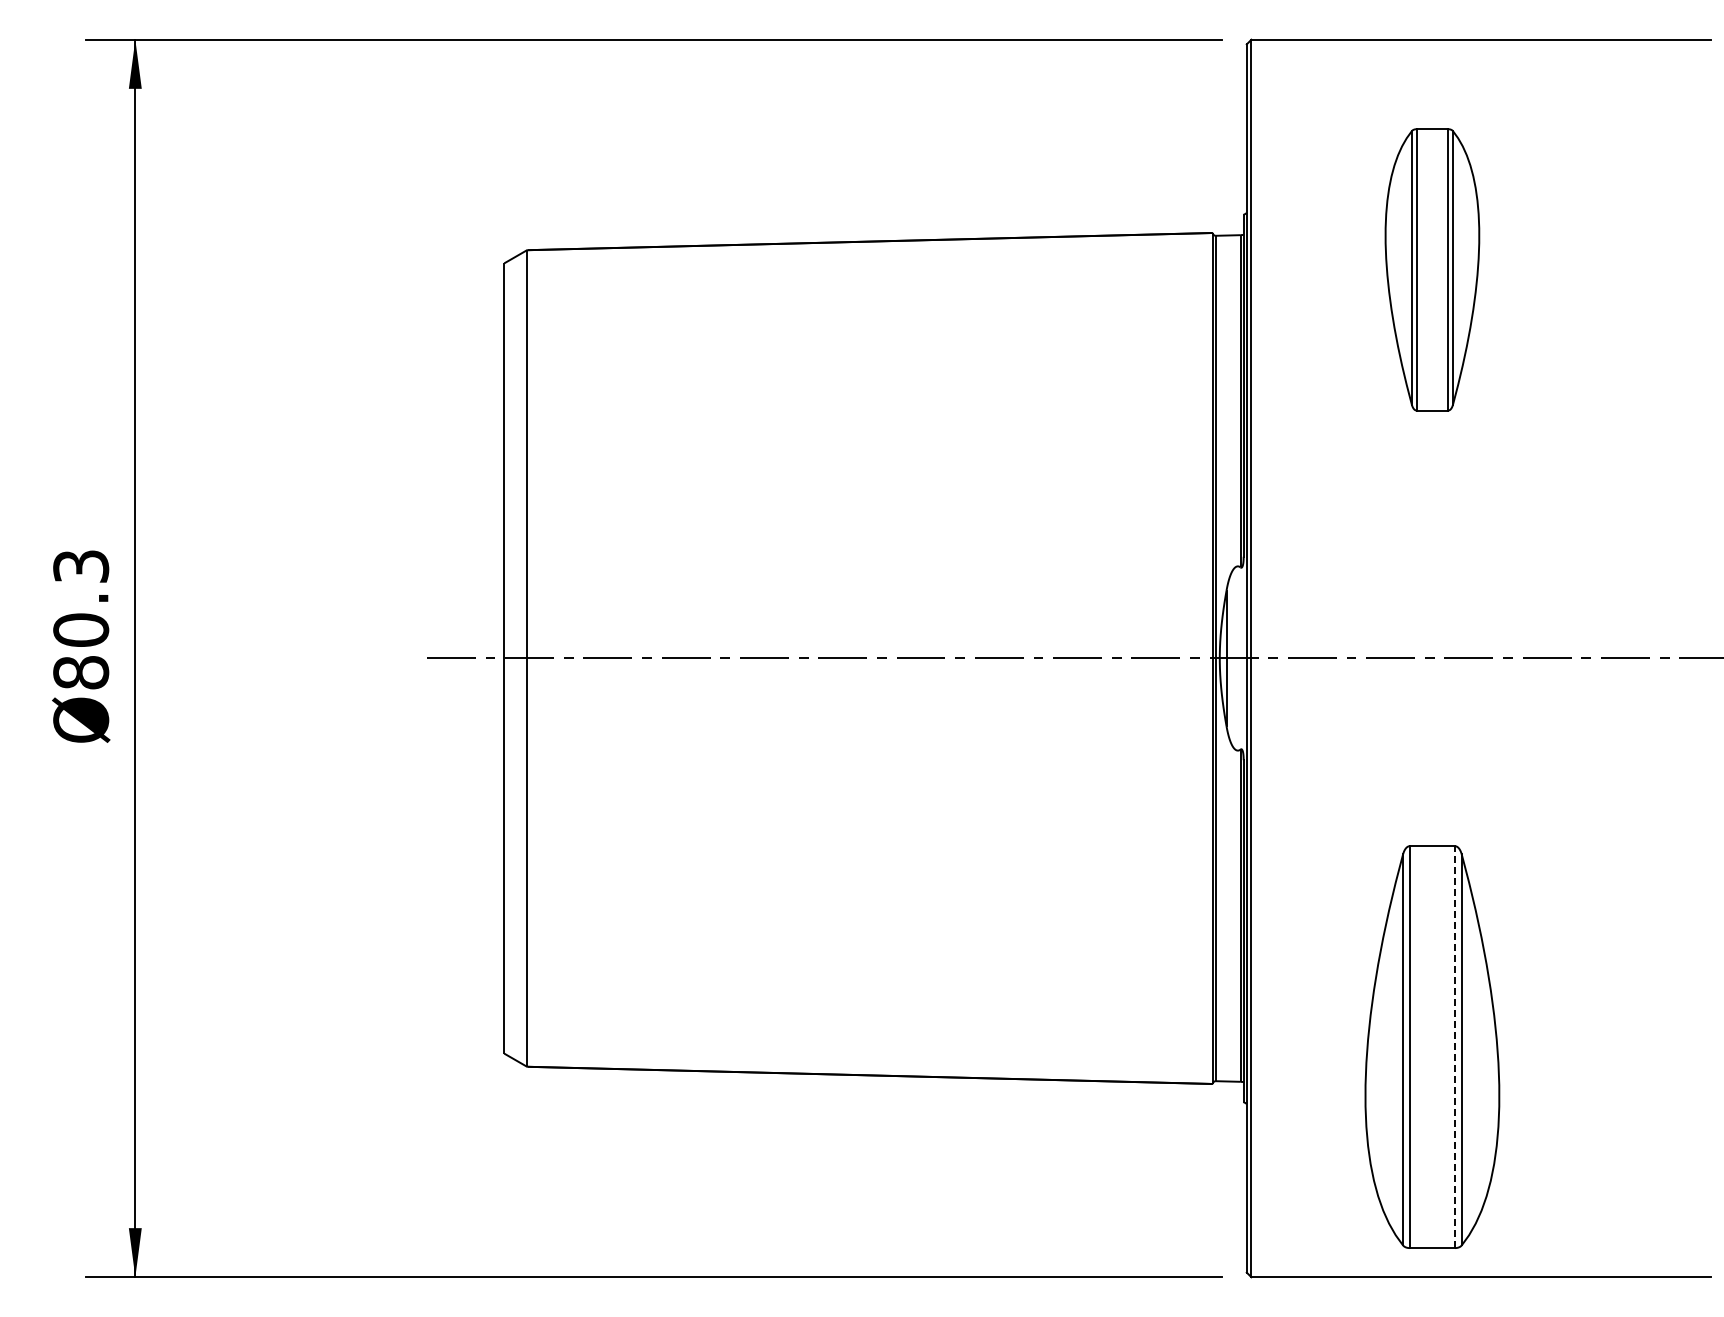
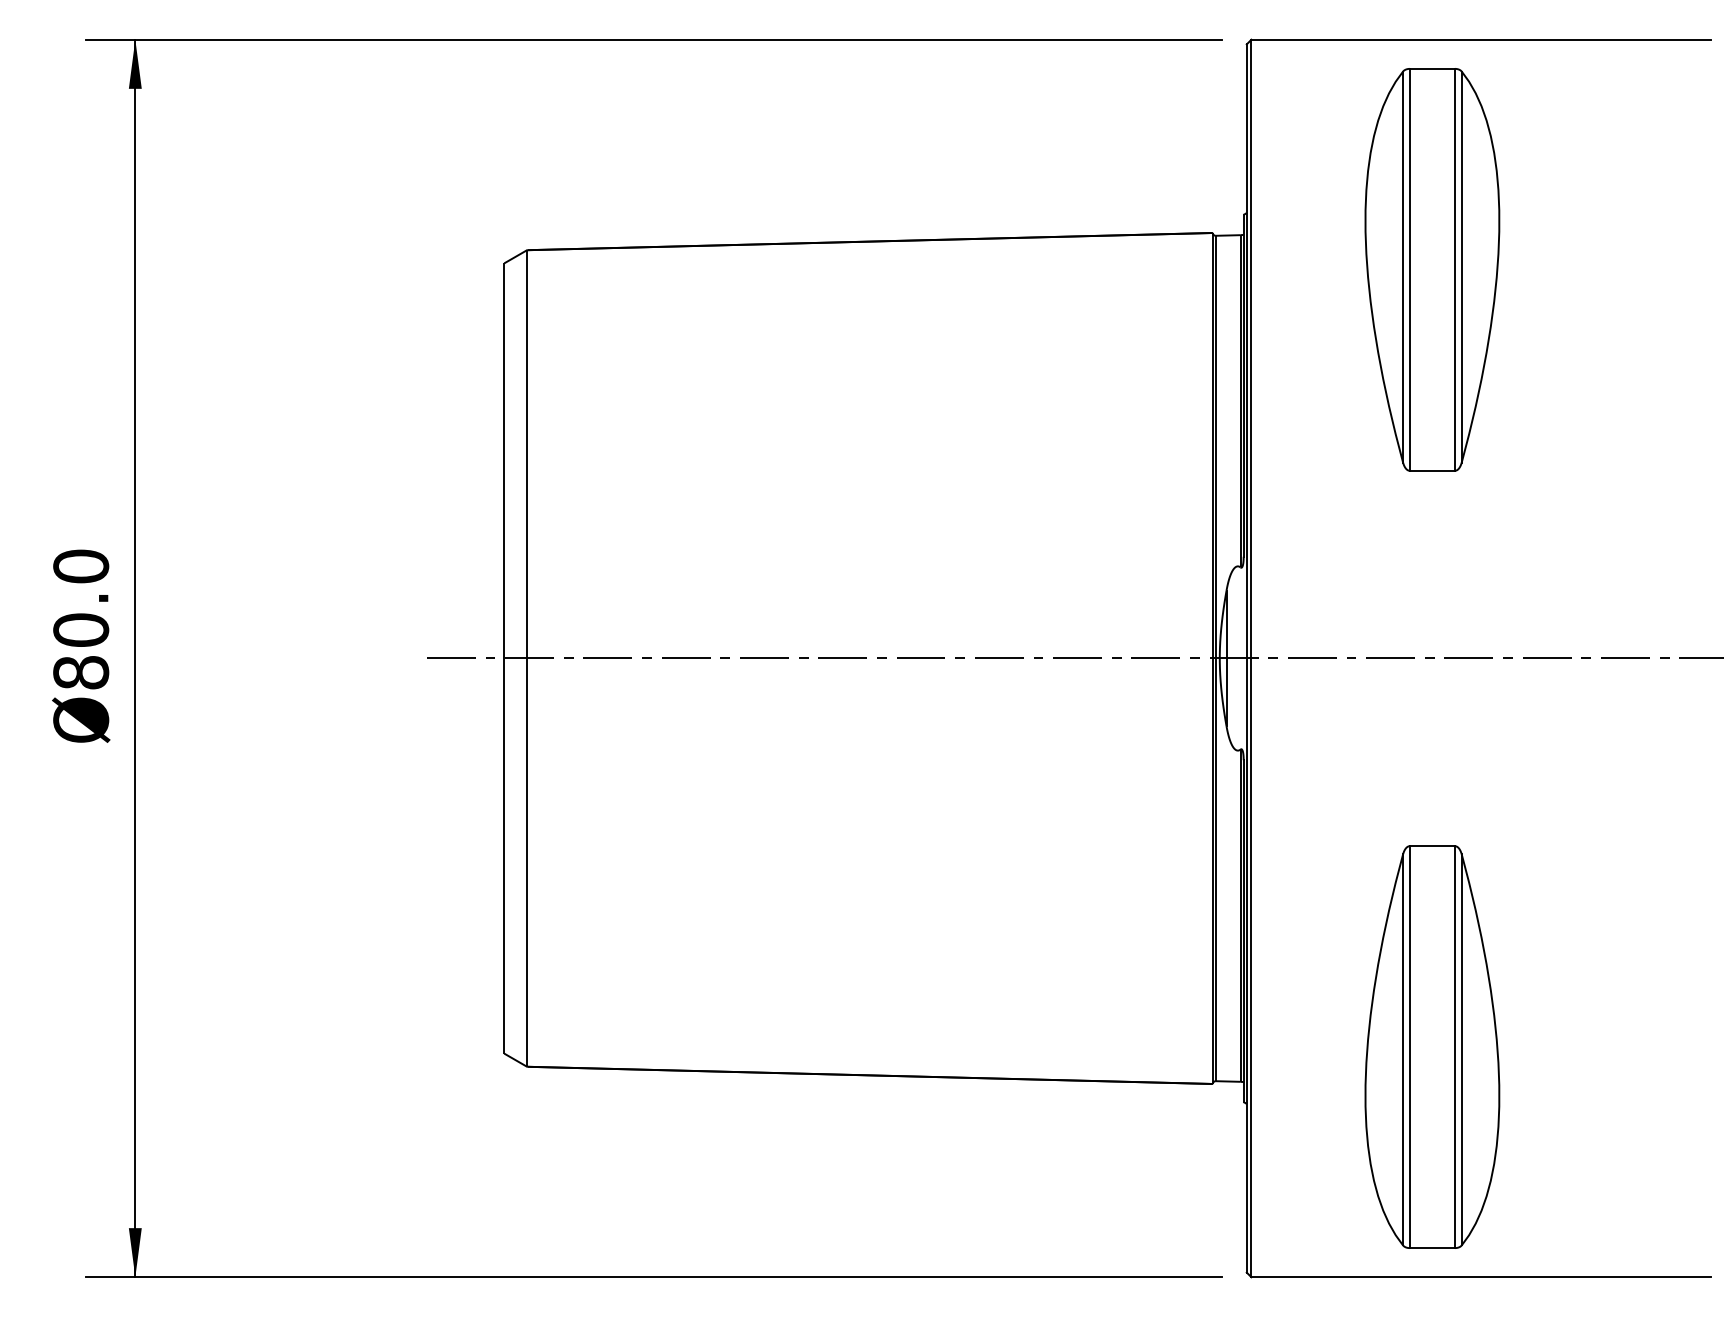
part at (1432, 269) size: 97x284 px -> 137x404 px
text at (81, 566): Ø80.3 -> Ø80.0
line at (1455, 1047): dashed -> solid
